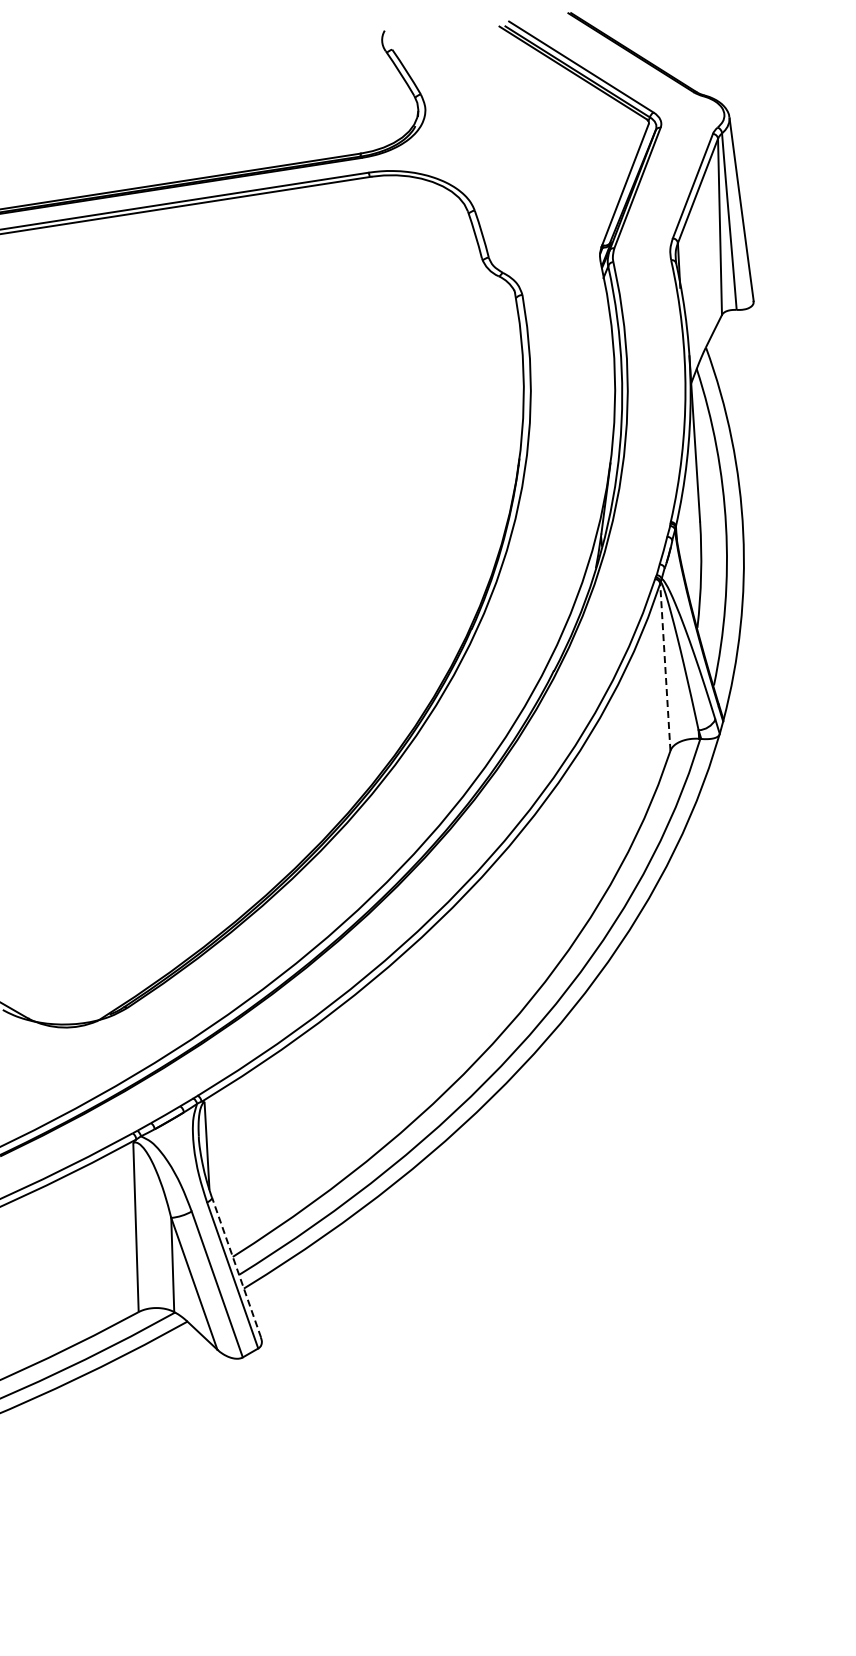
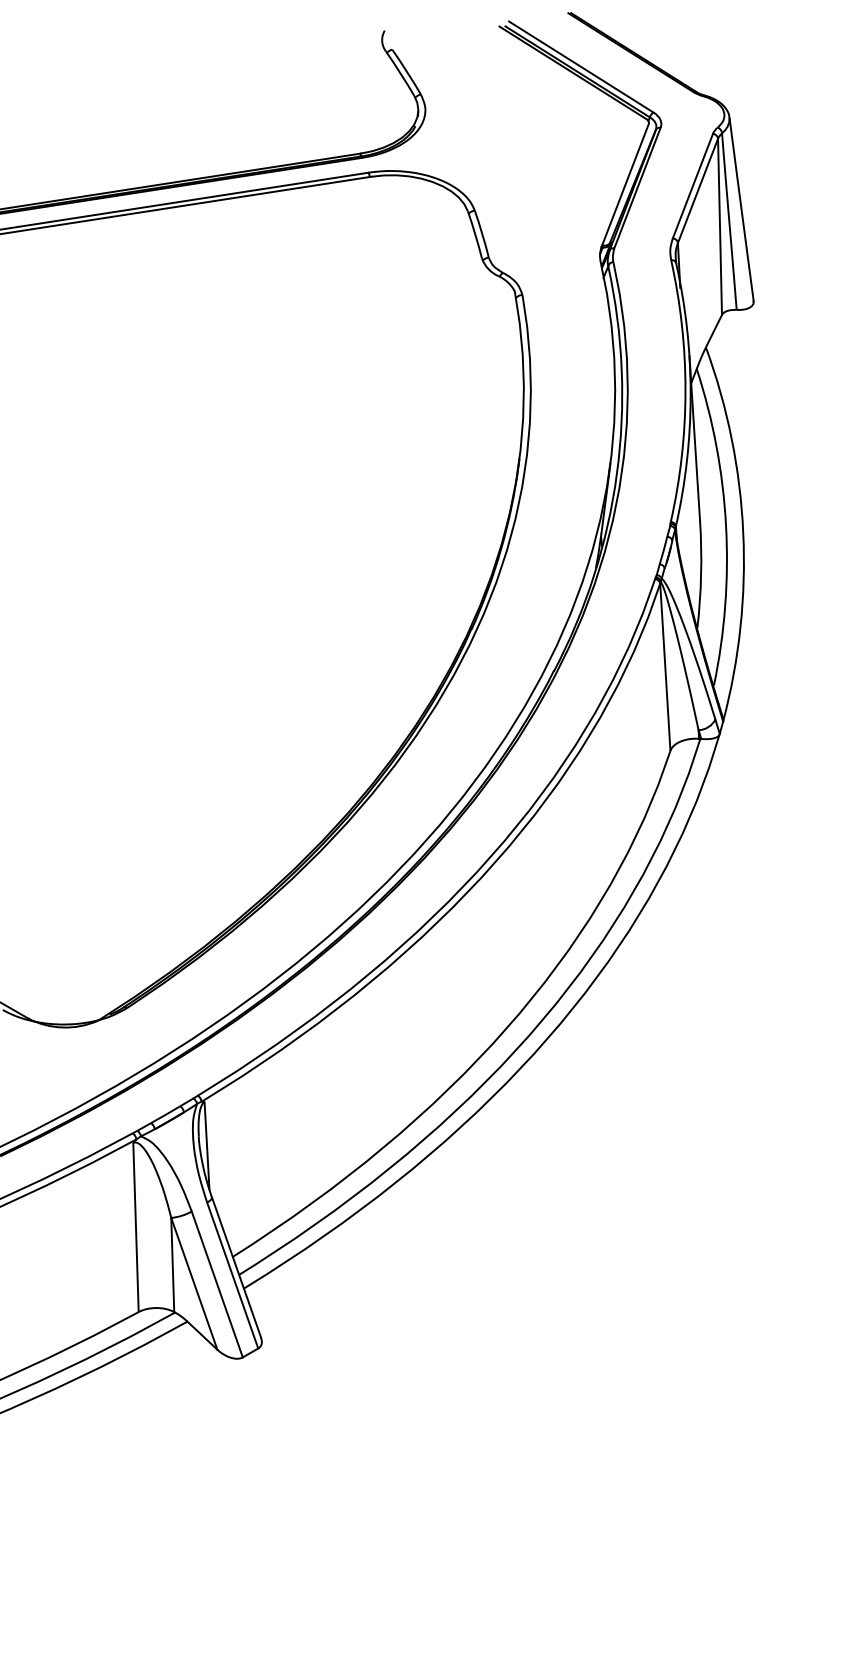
line at (665, 668): dashed -> solid
line at (236, 1267): dashed -> solid
